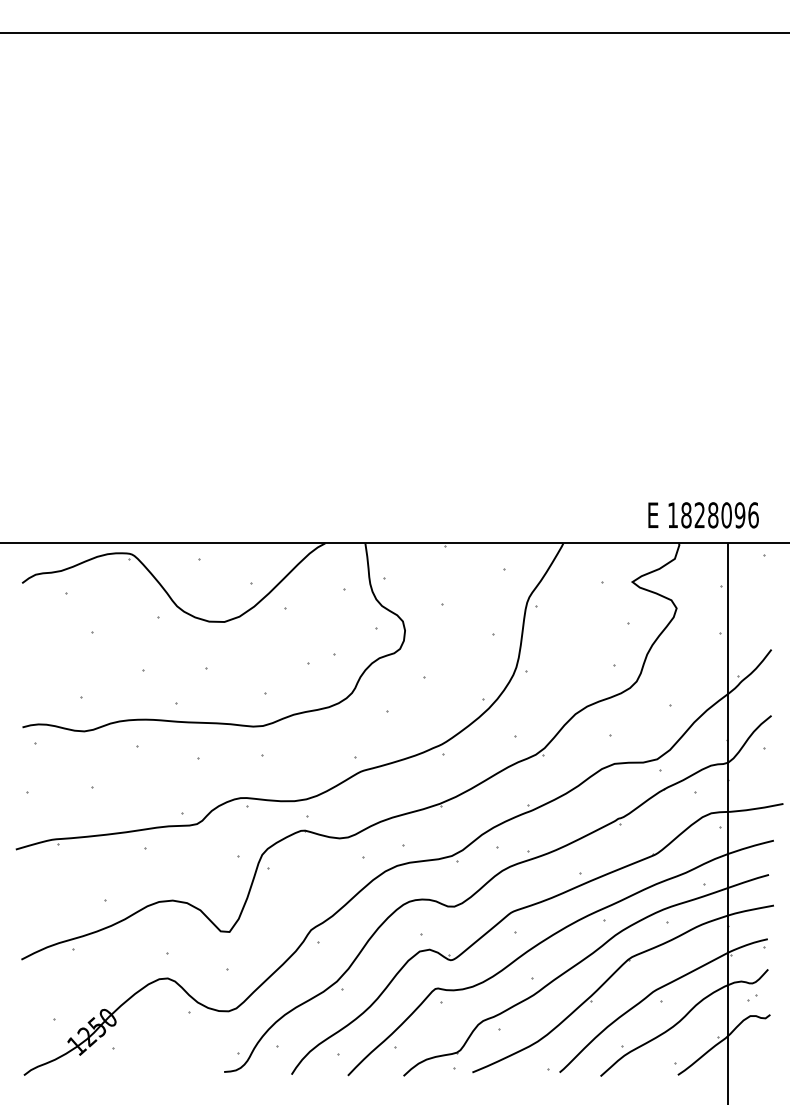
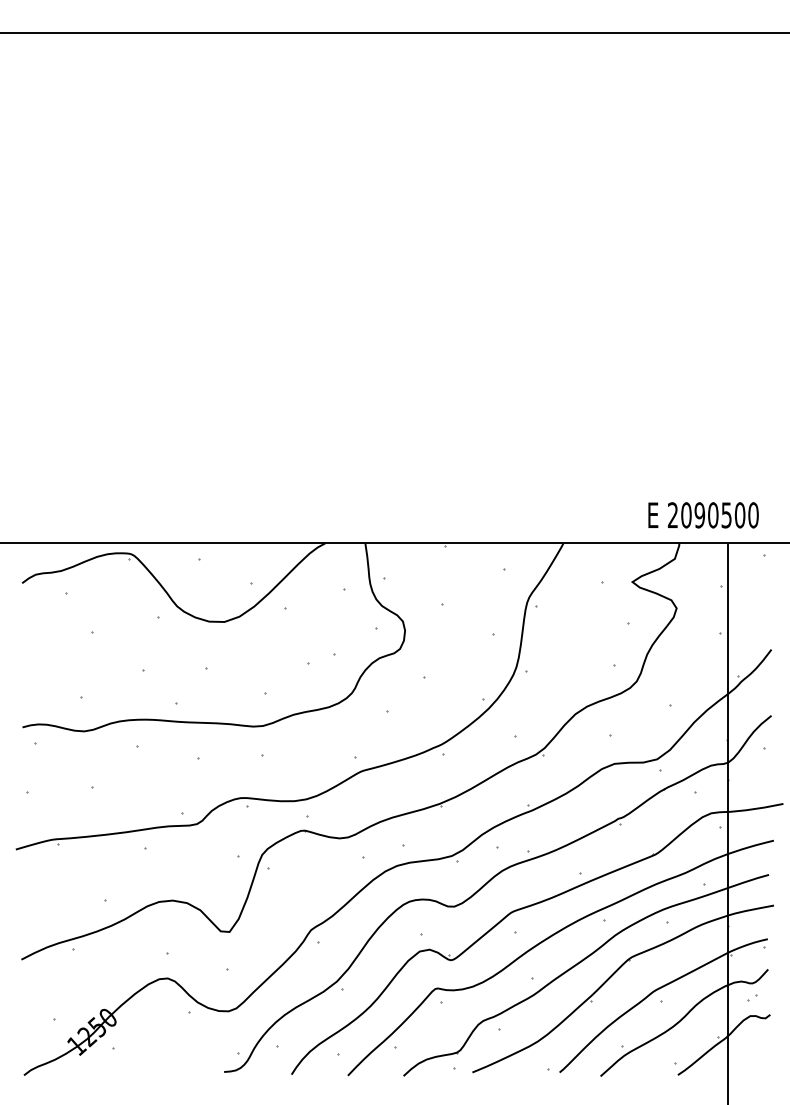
text at (713, 515): 1828096 -> 2090500
